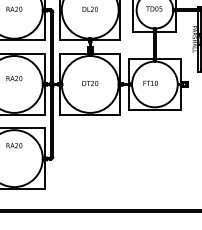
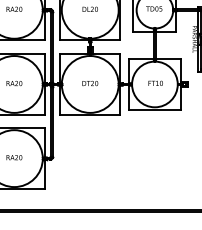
text at (14, 78) position: (14, 78) -> (14, 83)
text at (150, 82) position: (150, 82) -> (155, 82)
text at (14, 145) position: (14, 145) -> (14, 157)
